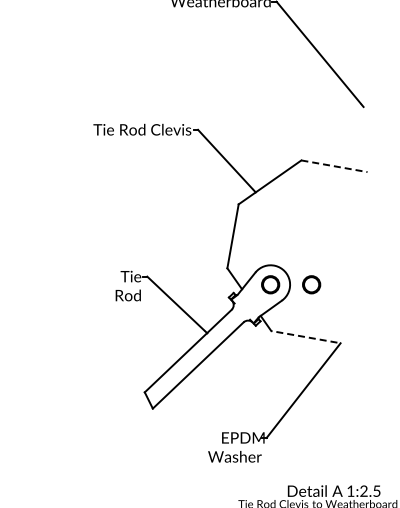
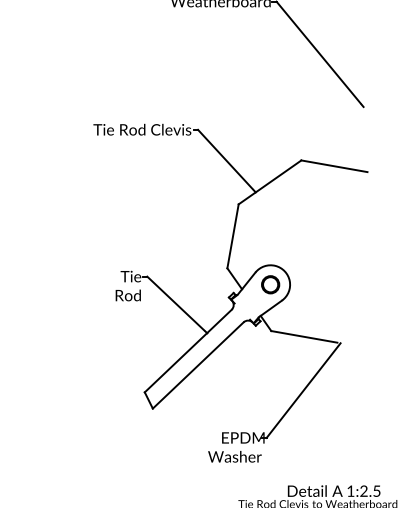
line at (334, 166): dashed -> solid
circle at (311, 284): present -> none
line at (304, 336): dashed -> solid
